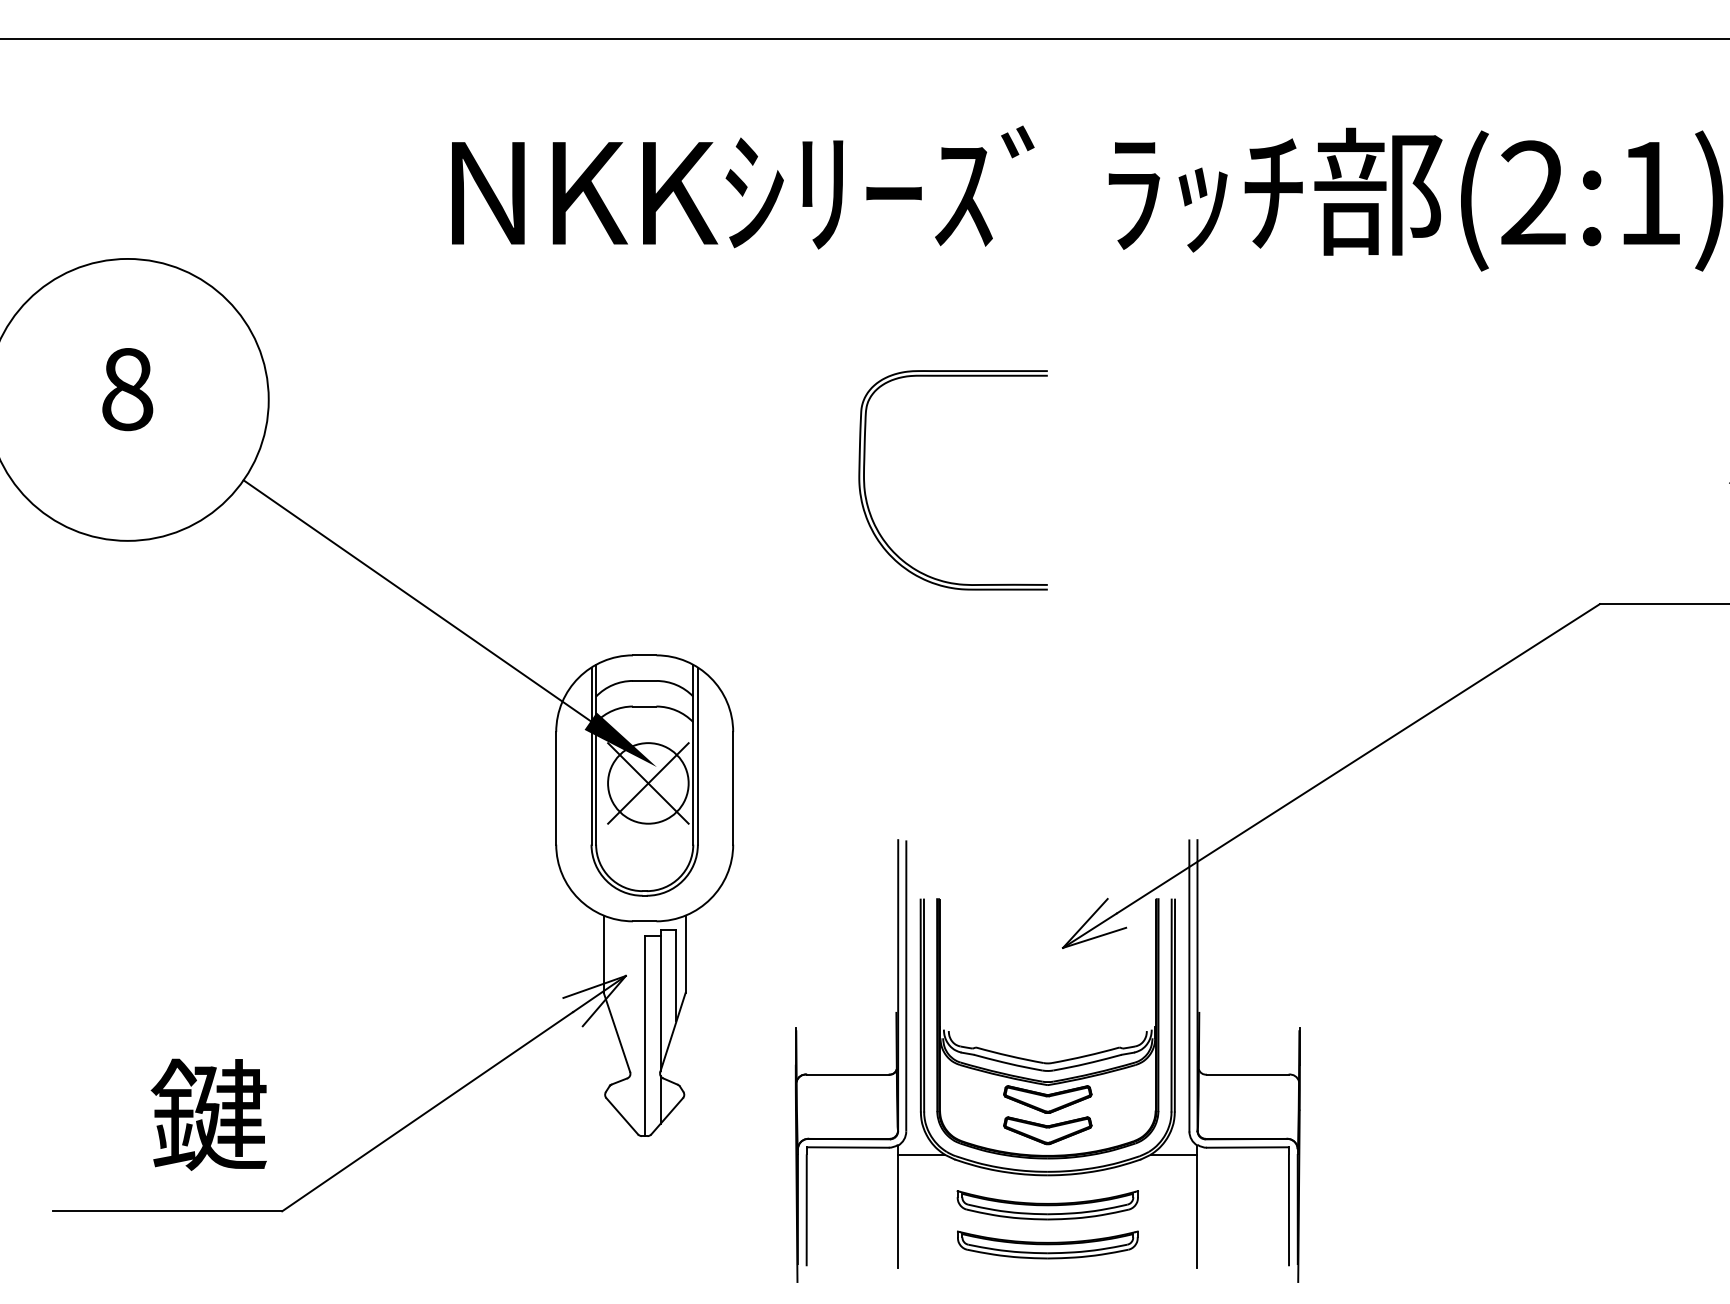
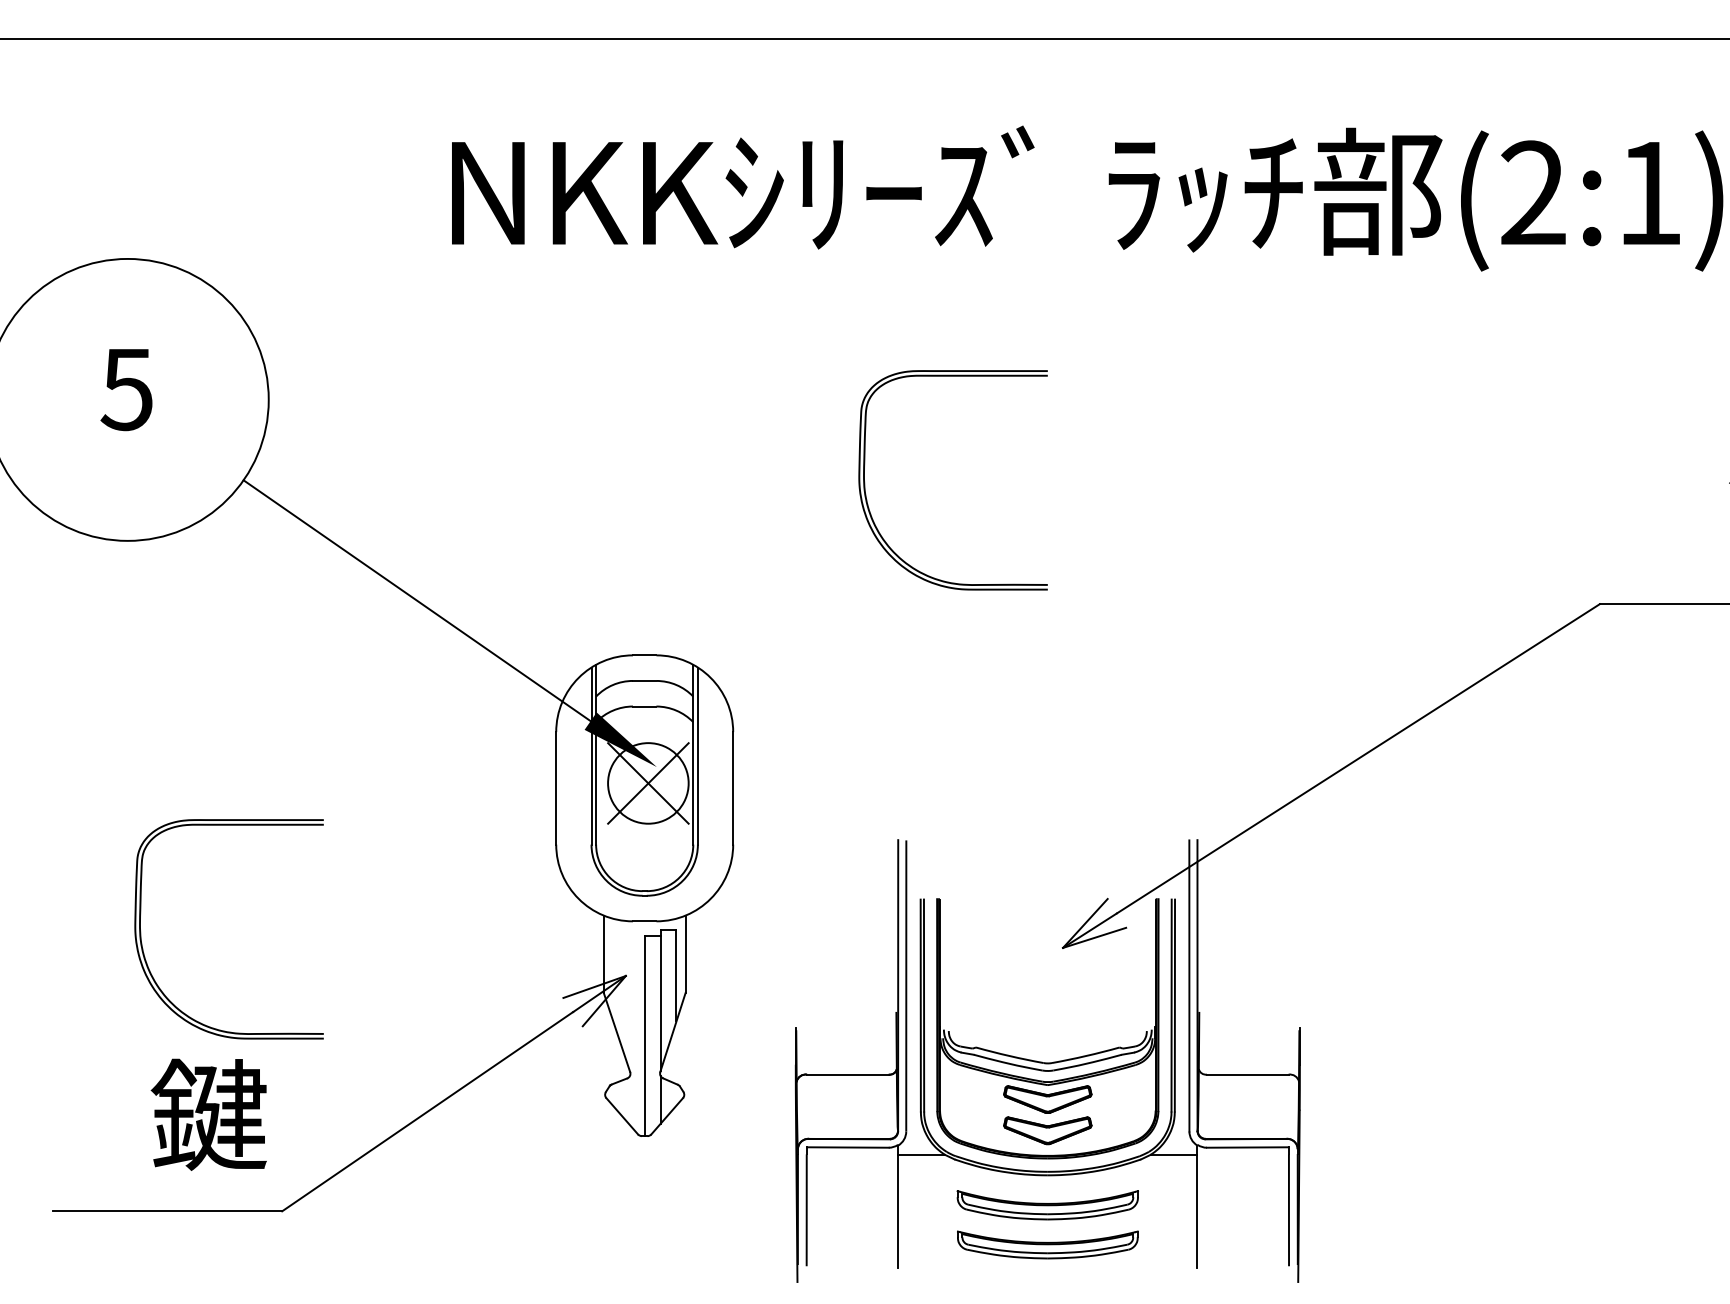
text at (126, 389): 8 -> 5
part at (141, 931): none -> present
